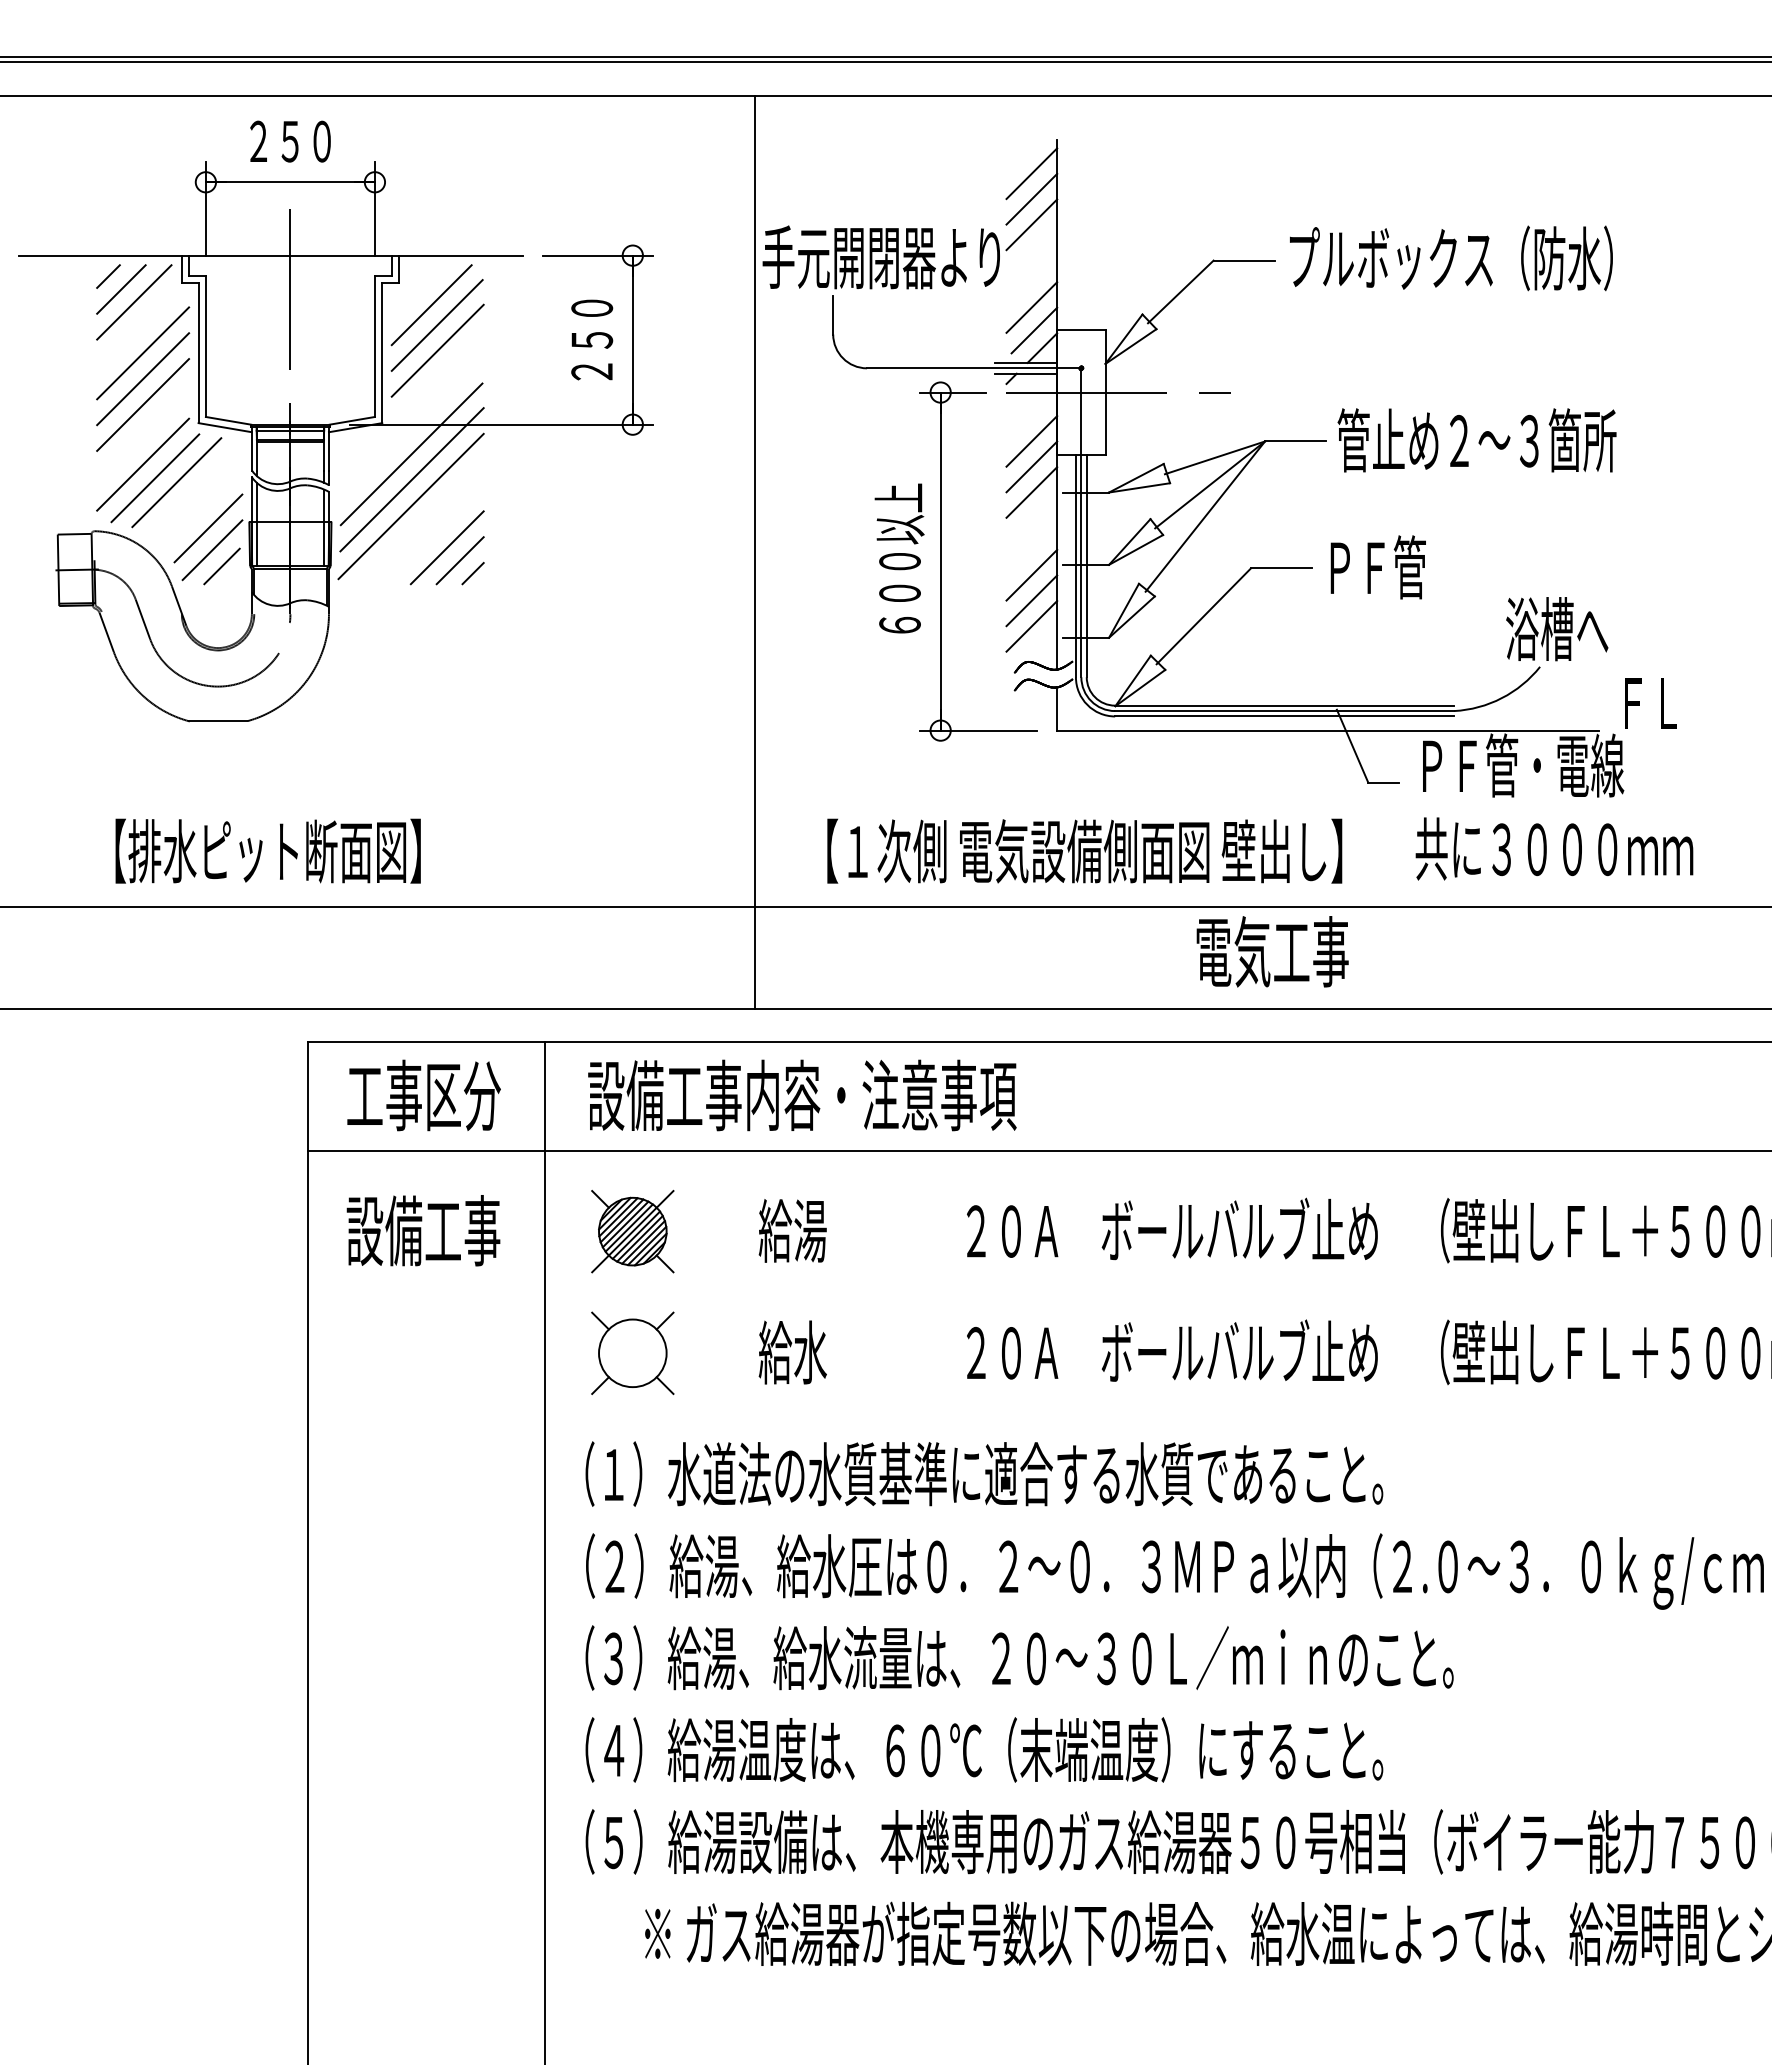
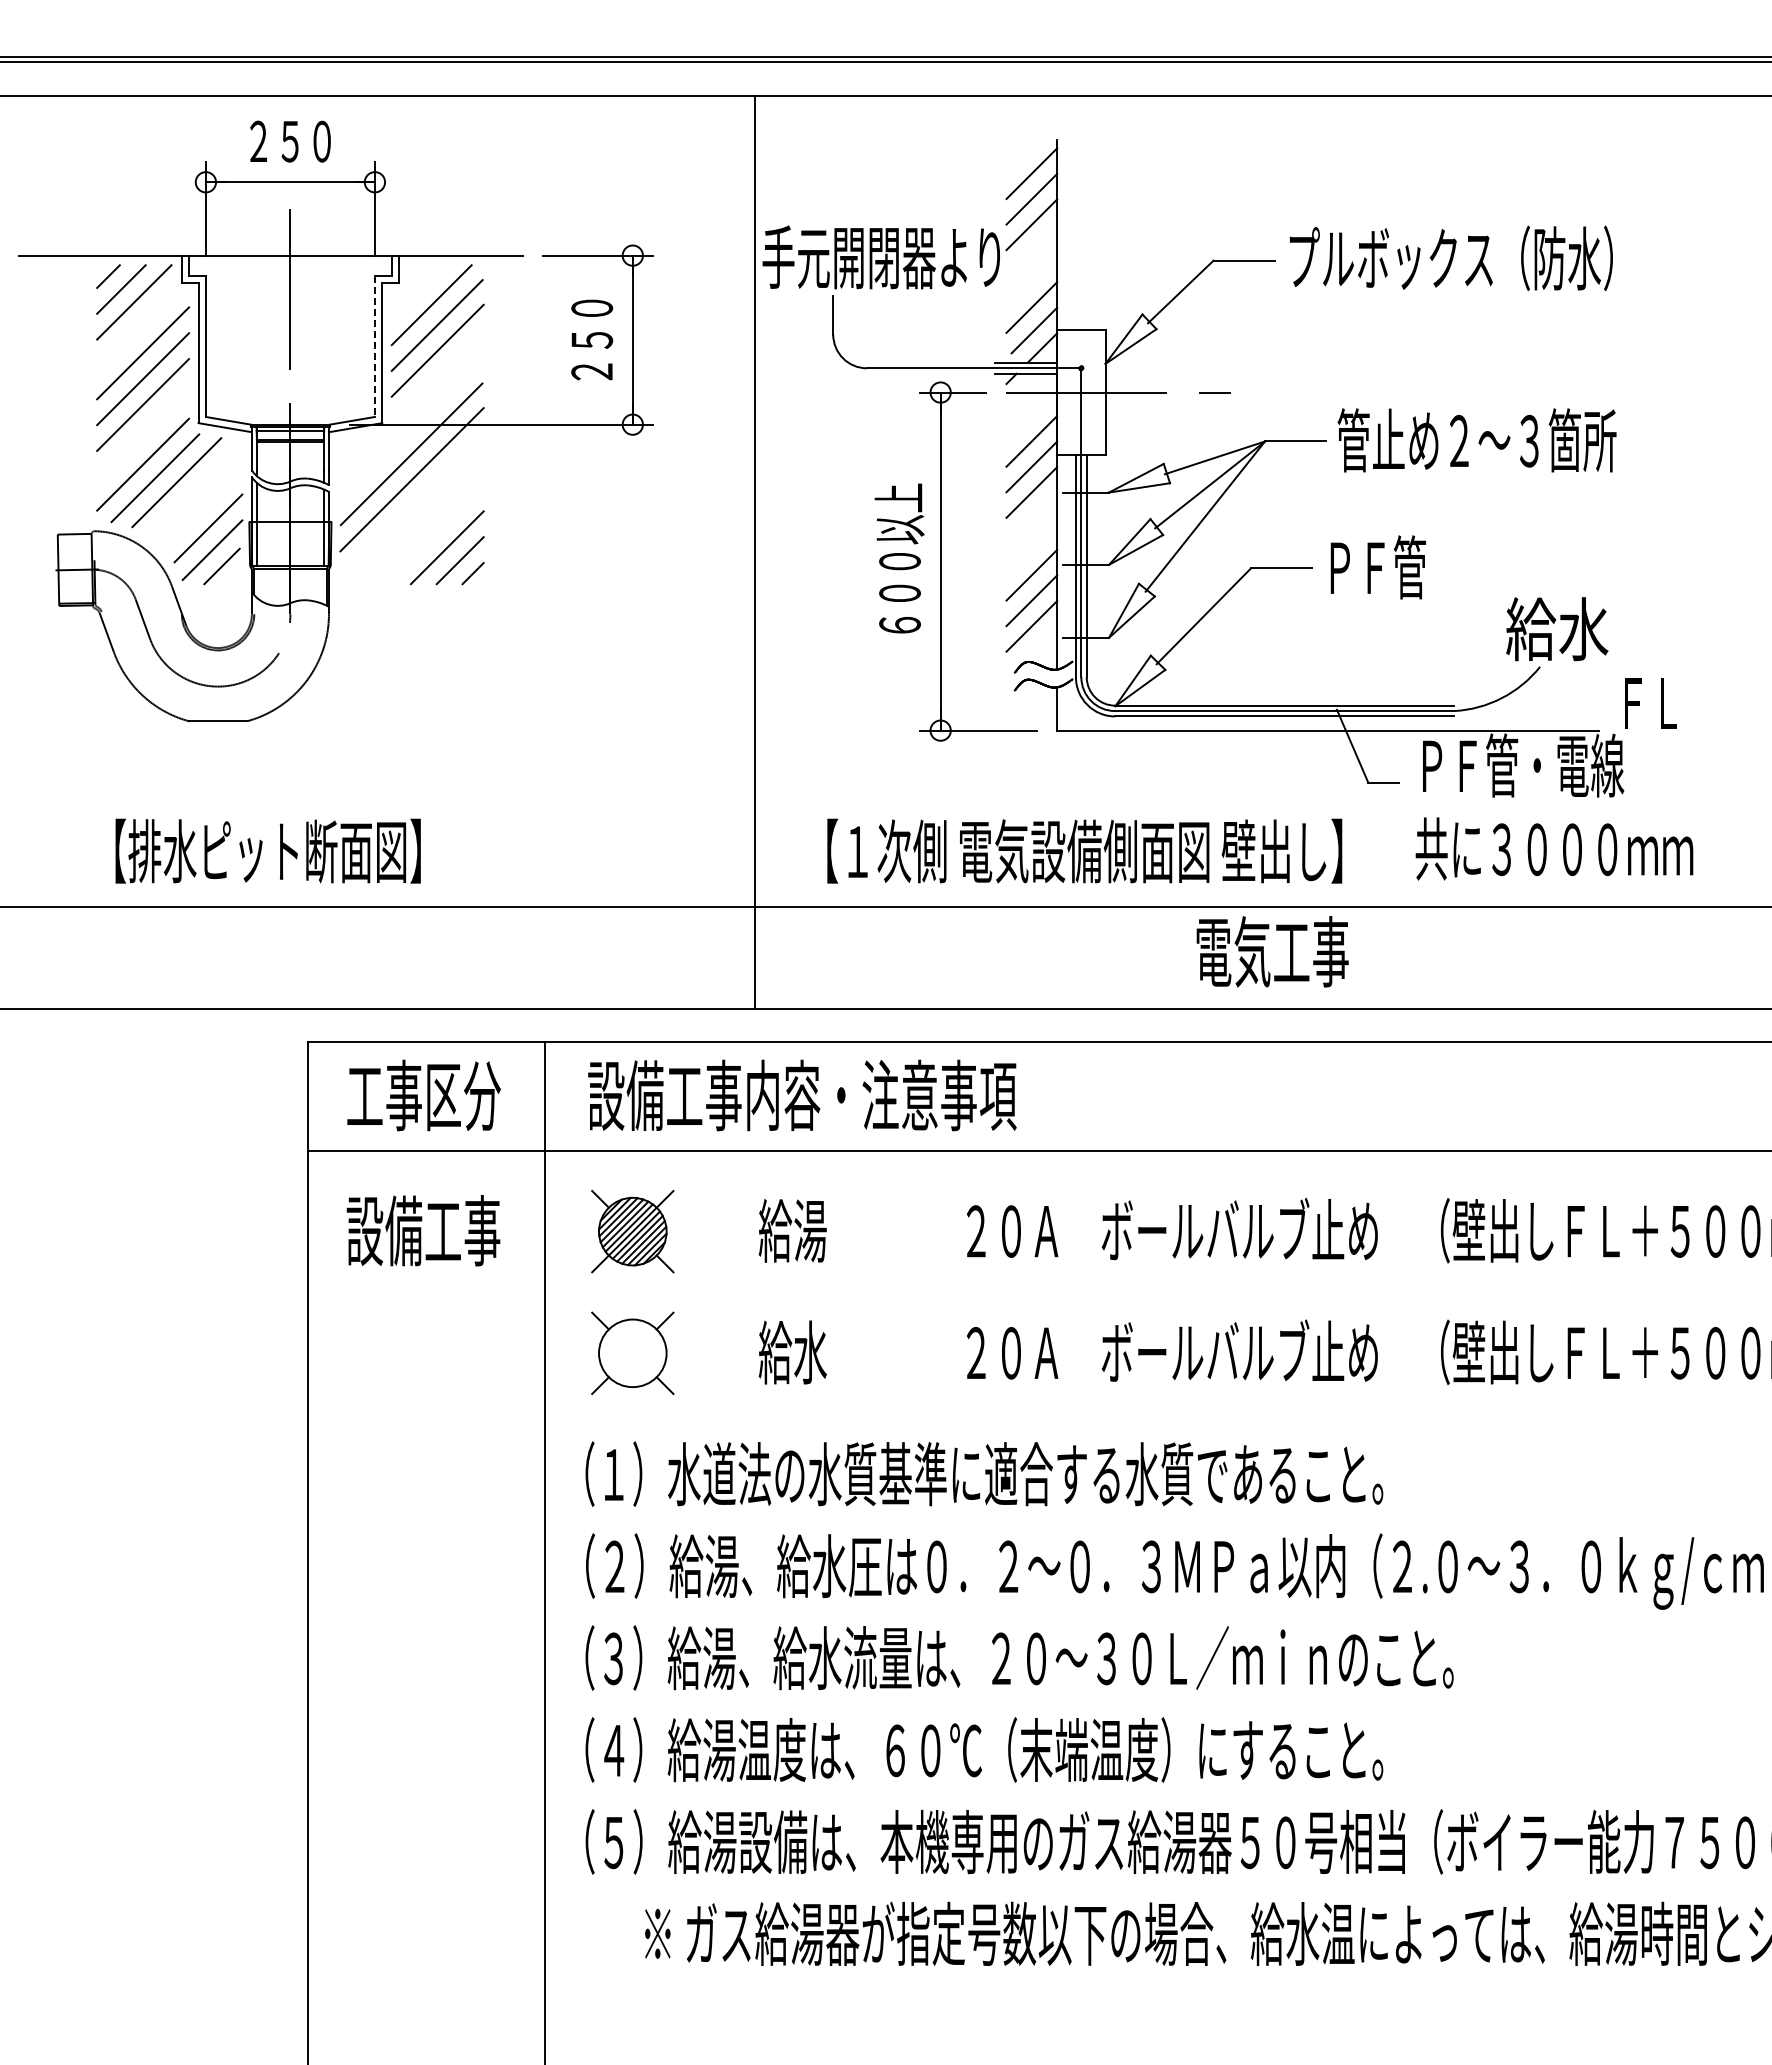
line at (374, 346): solid -> dashed
line at (410, 506): present -> none
text at (1557, 629): 浴槽へ -> 給水
